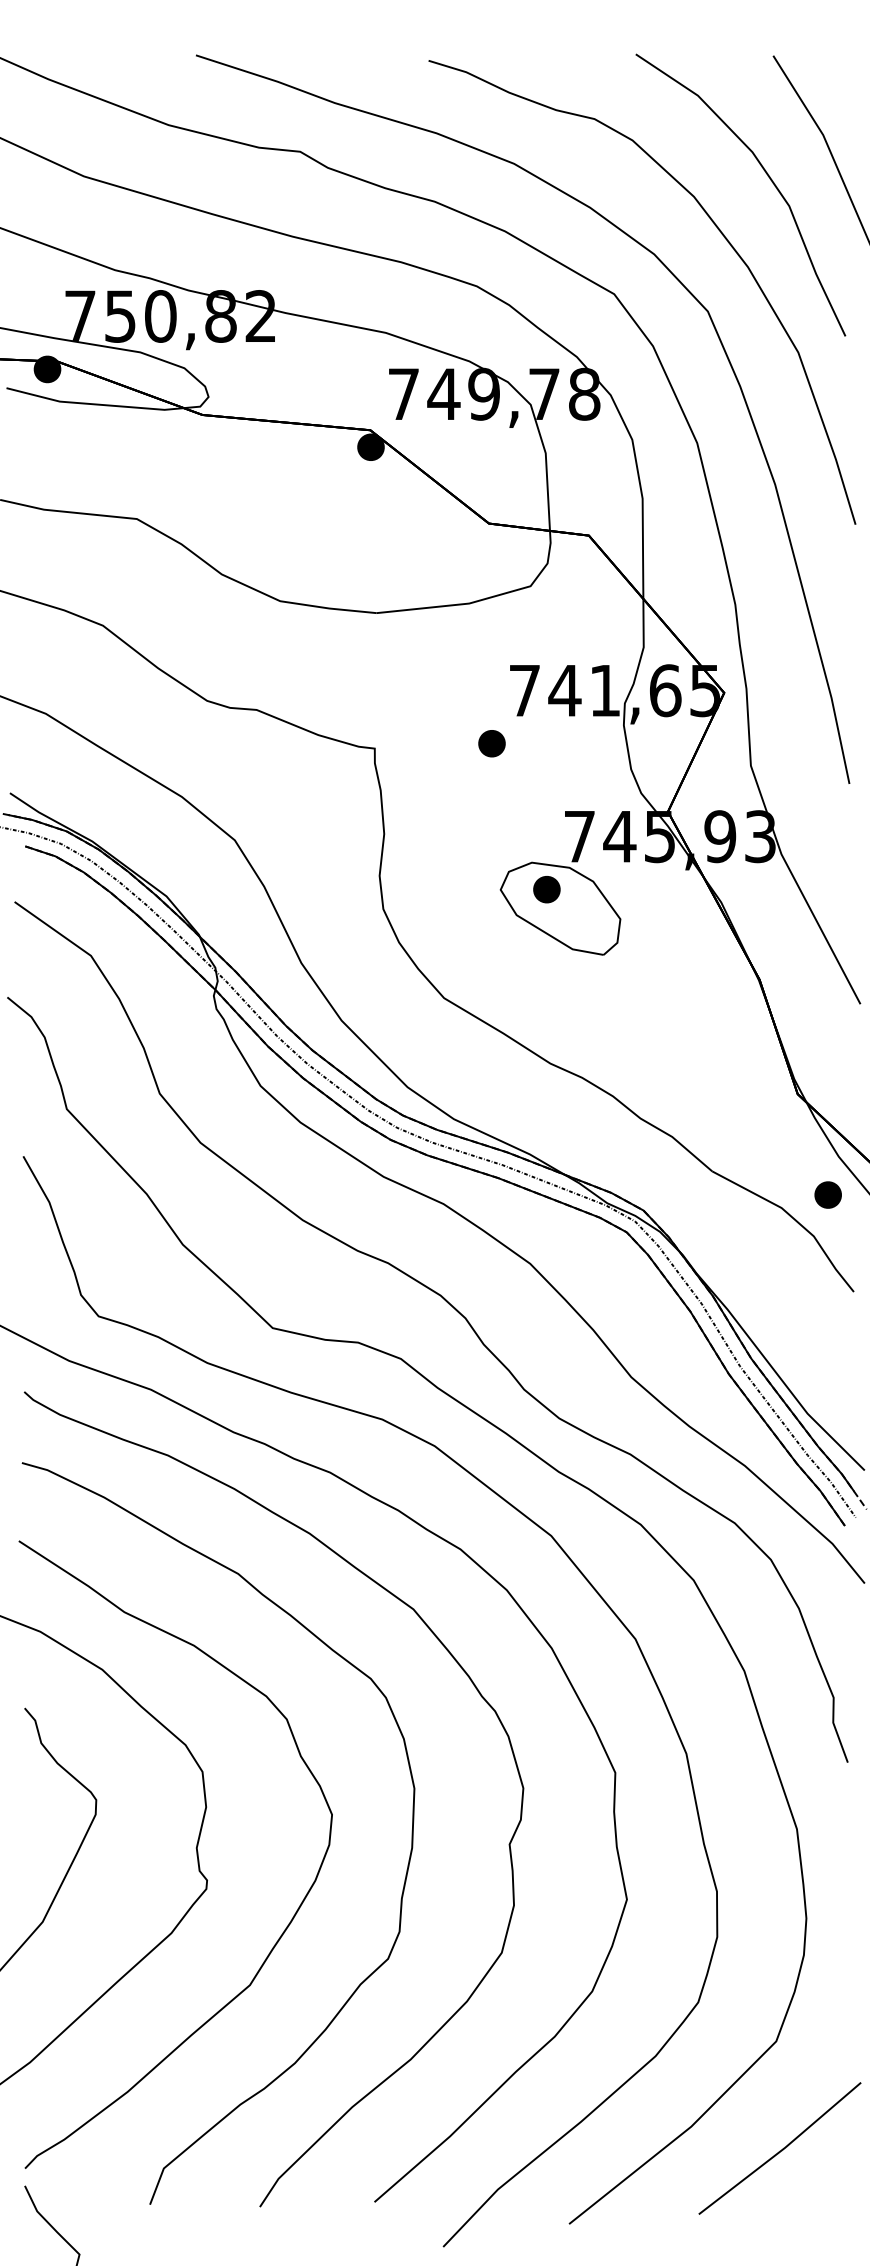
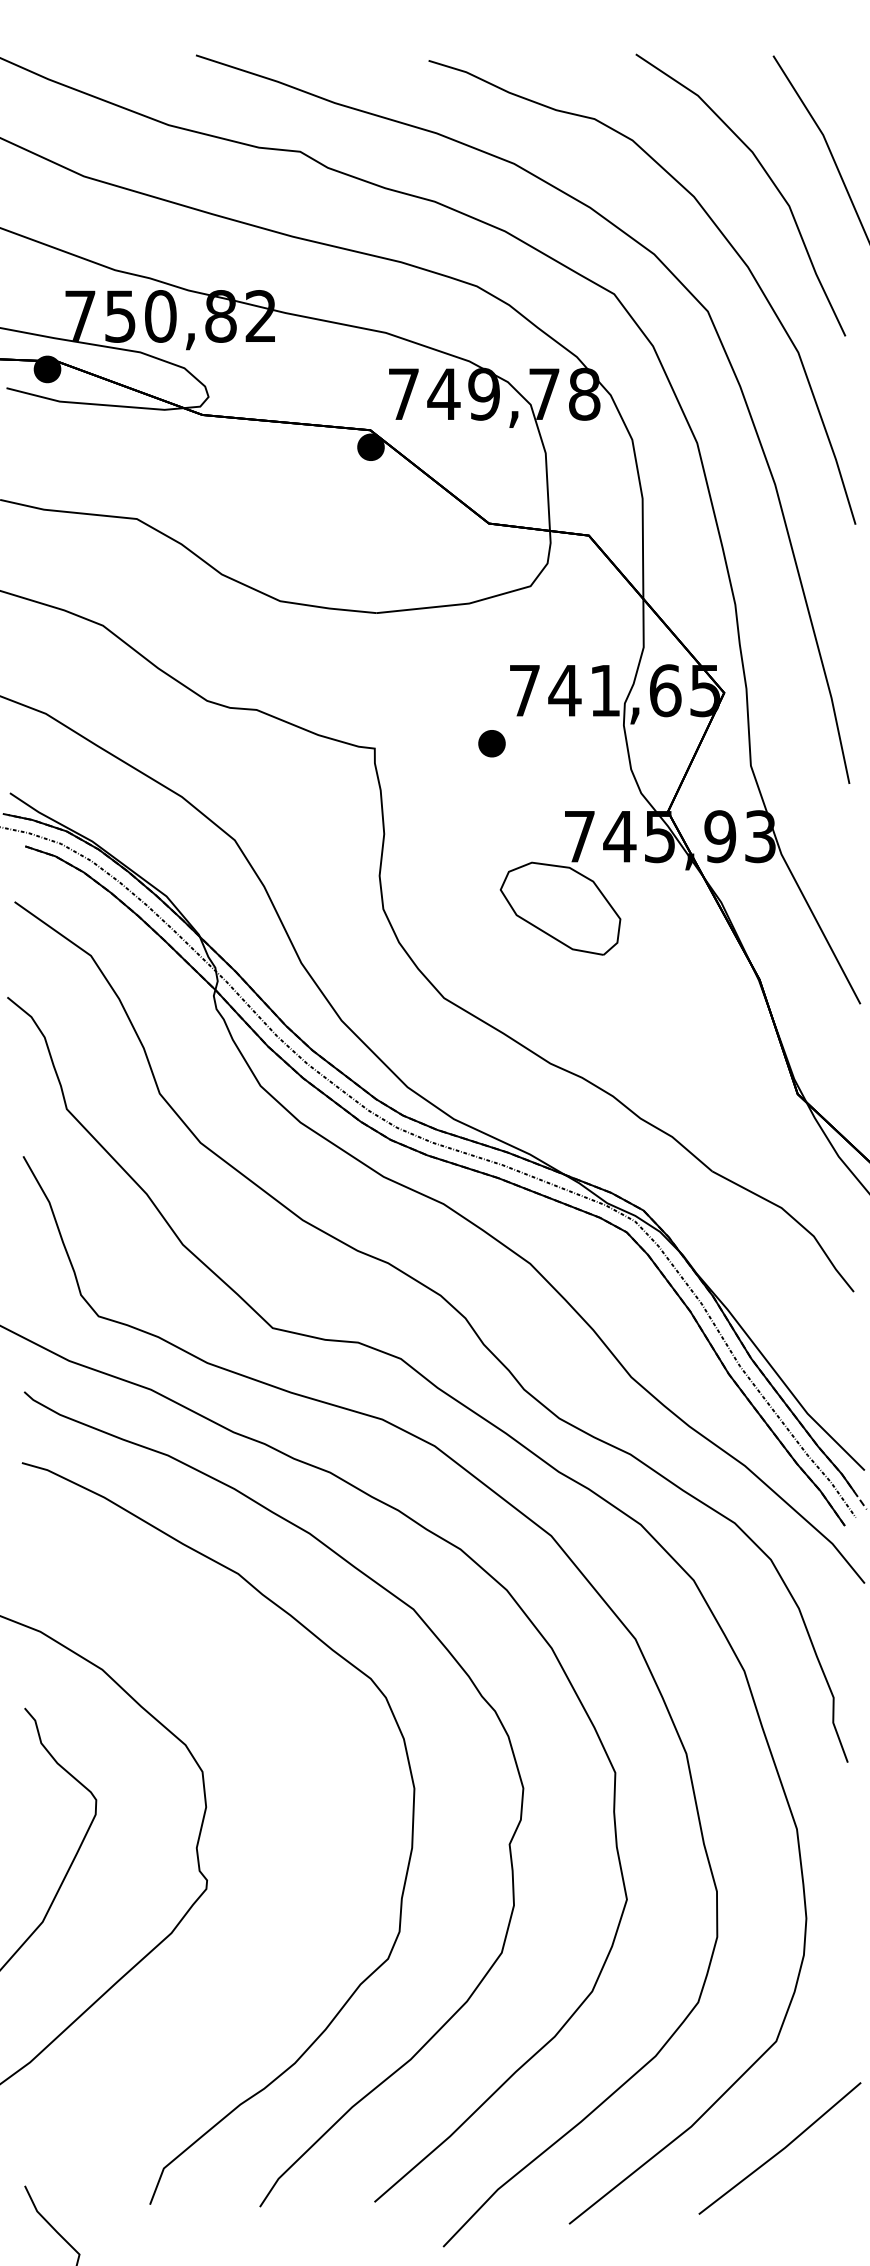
part at (546, 889): present -> none
part at (827, 1194): present -> none
curve at (286, 1926): present -> none
